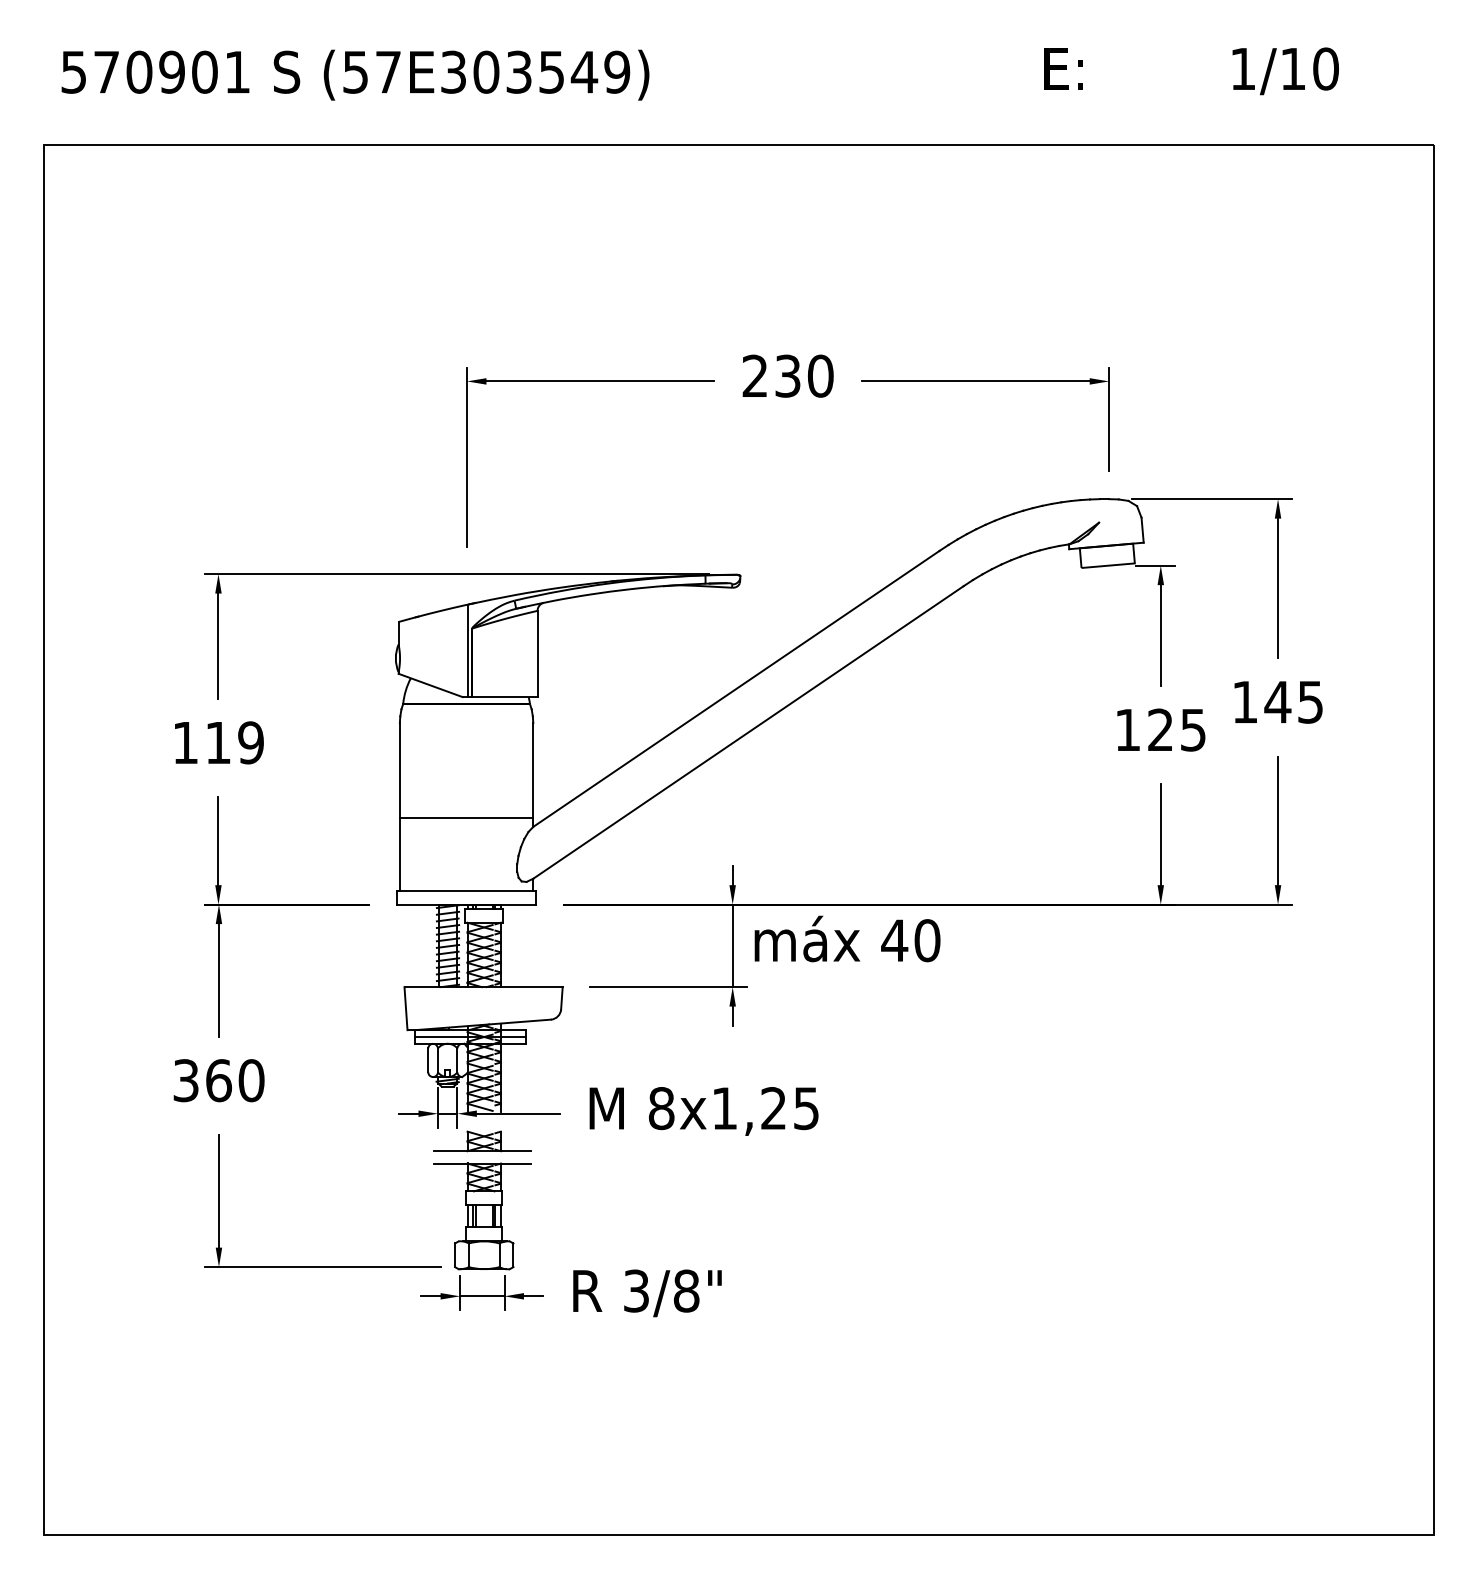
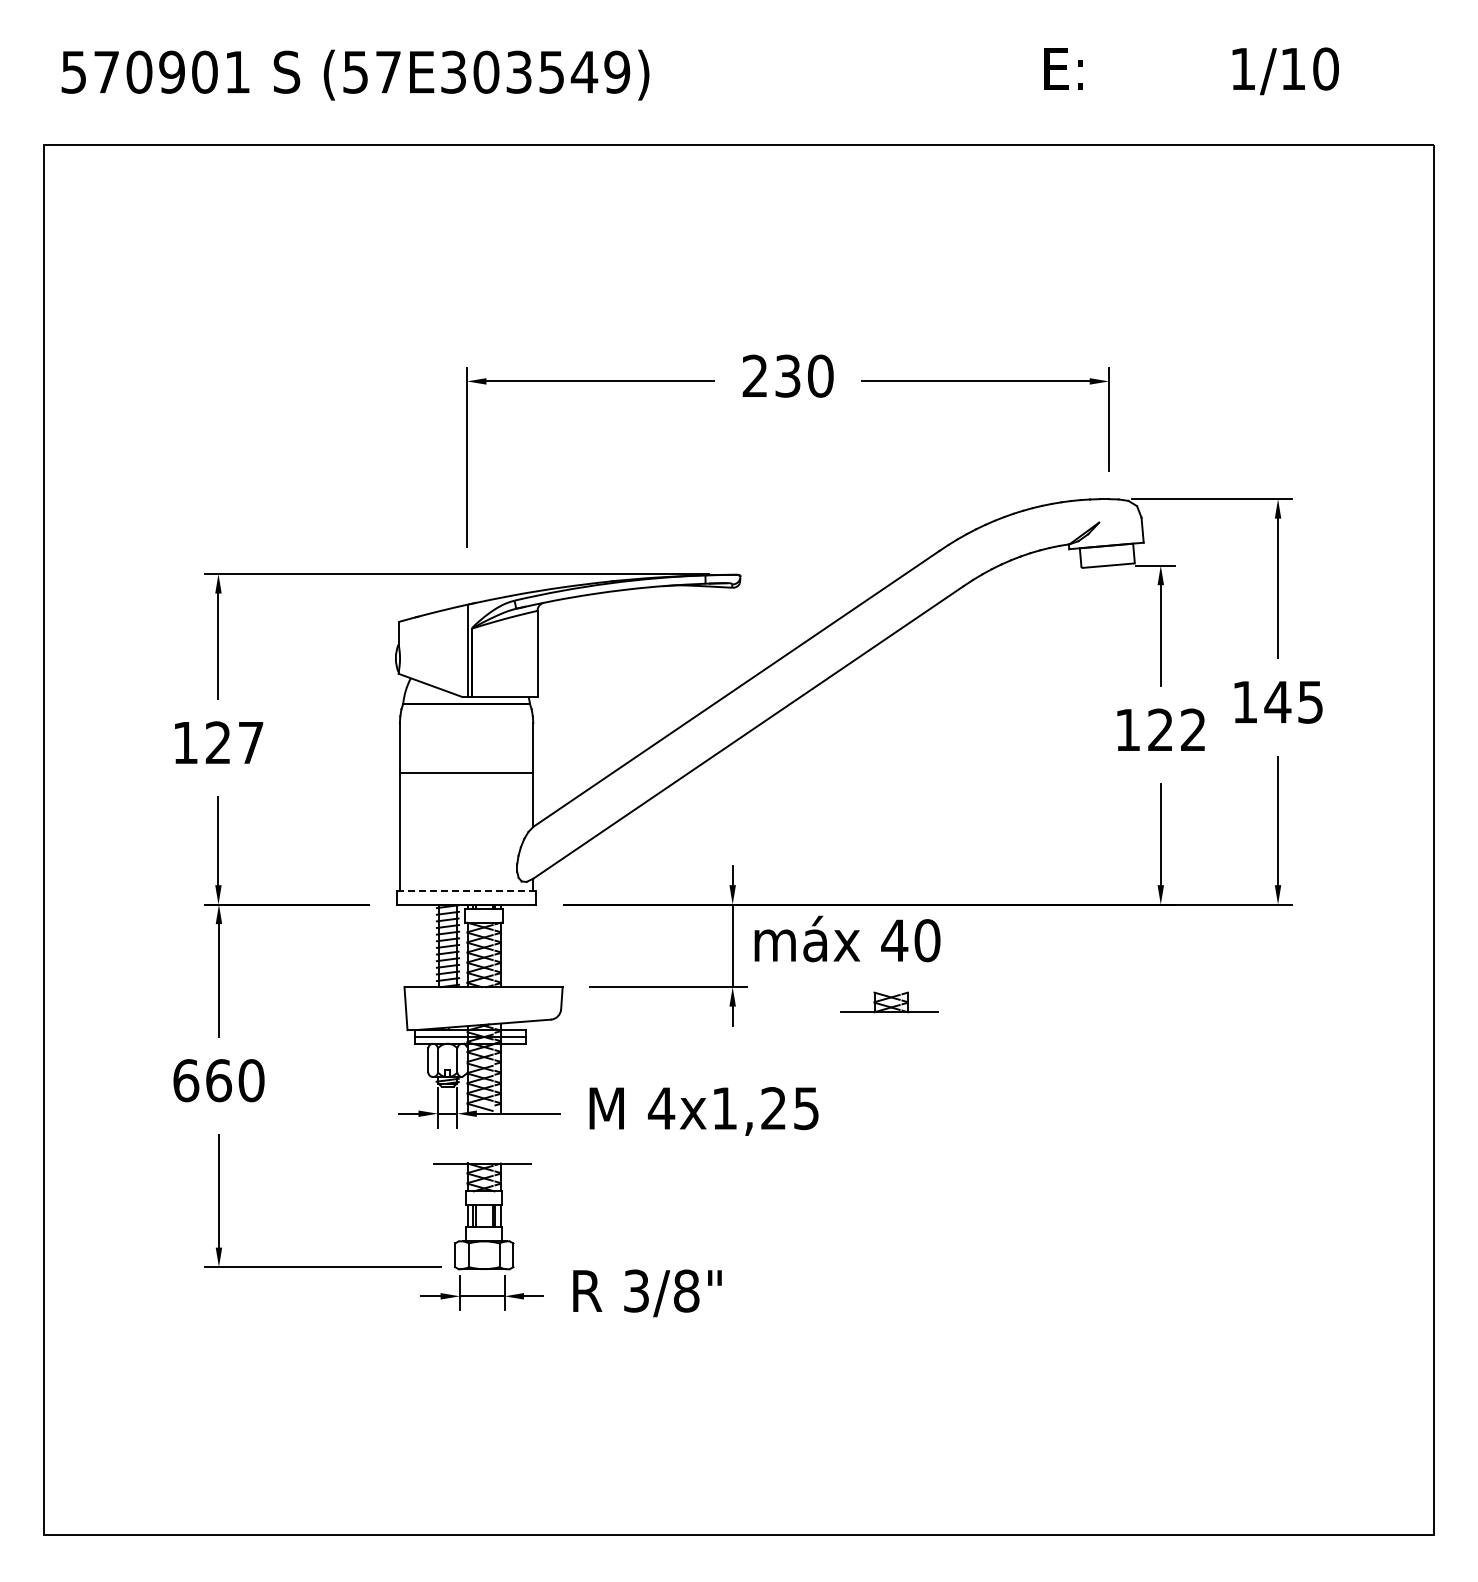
text at (1193, 729): 125 -> 122
text at (234, 742): 119 -> 127
line at (466, 818) position: (466, 818) -> (466, 773)
line at (467, 890): solid -> dashed
text at (186, 1080): 360 -> 660
text at (661, 1108): 8x1,25 -> 4x1,25
part at (482, 1141) position: (482, 1141) -> (889, 1002)
